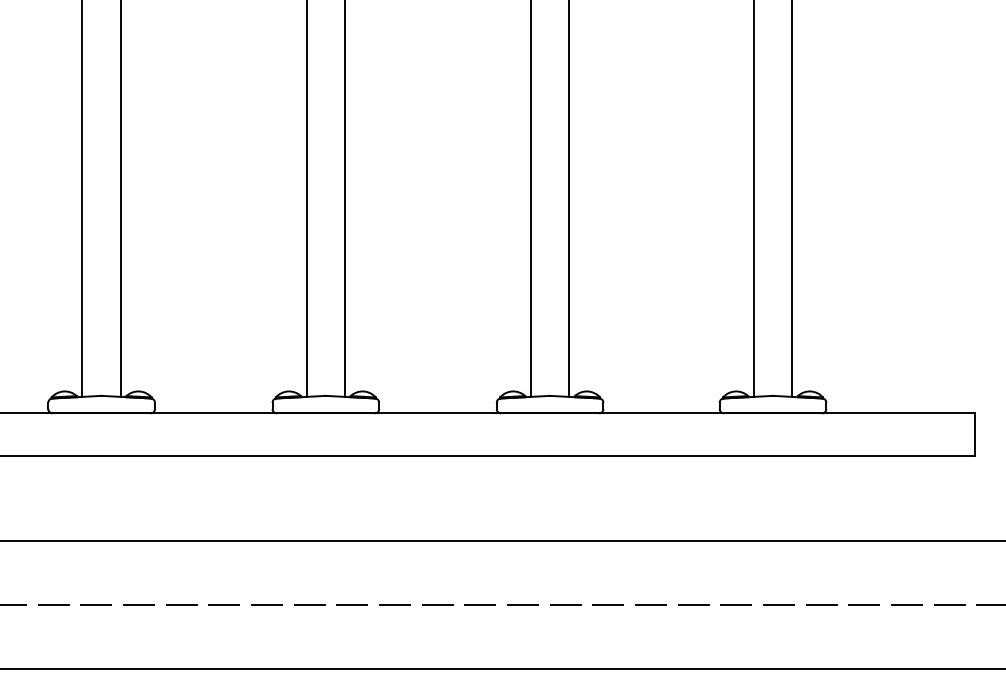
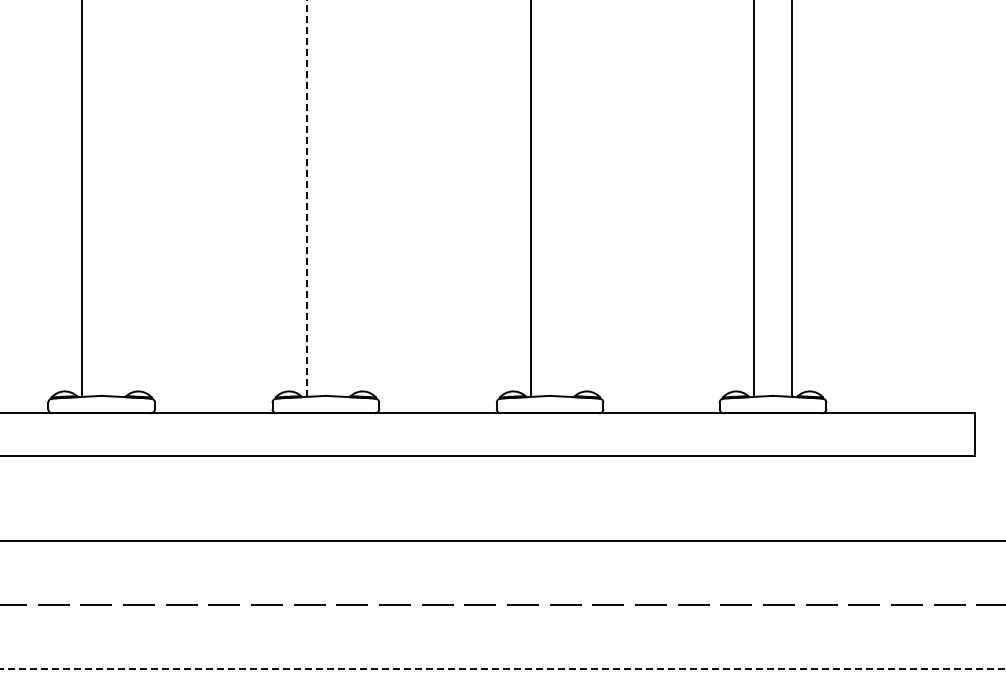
line at (306, 198): solid -> dashed
line at (120, 199): present -> none
line at (345, 199): present -> none
line at (569, 199): present -> none
line at (502, 669): solid -> dashed
